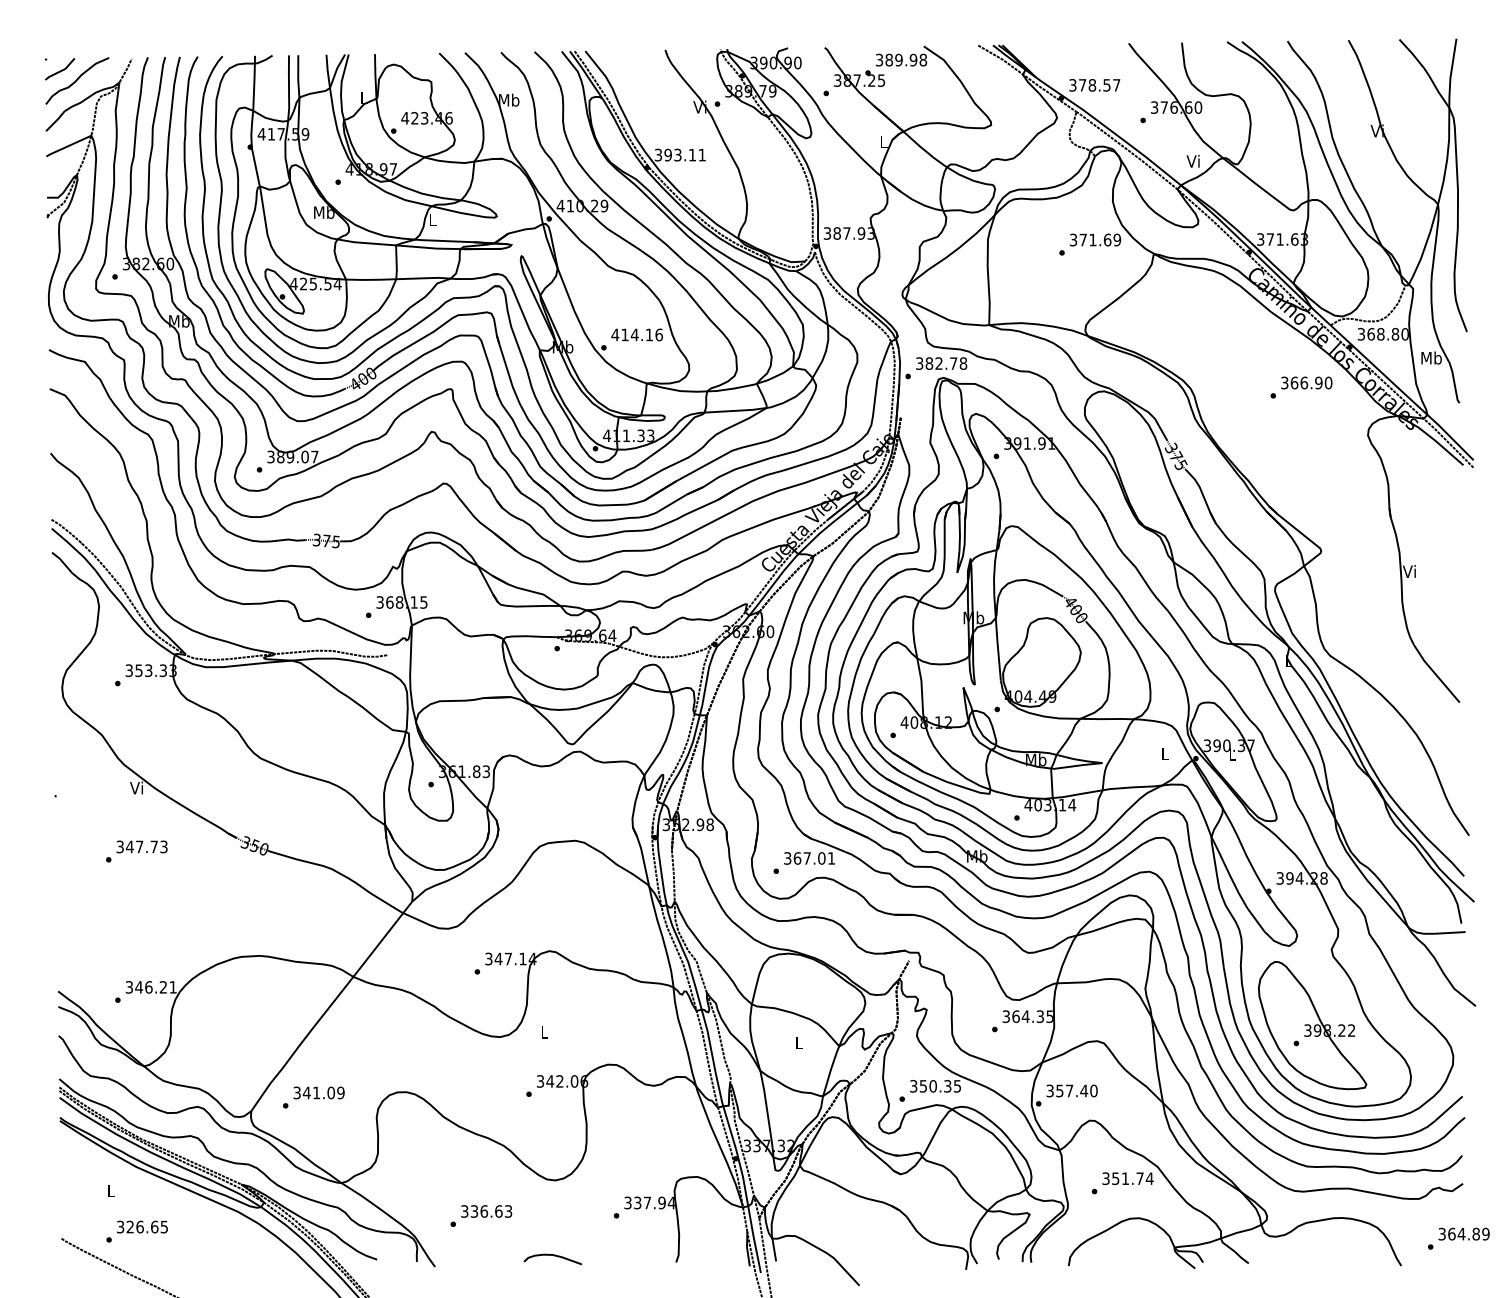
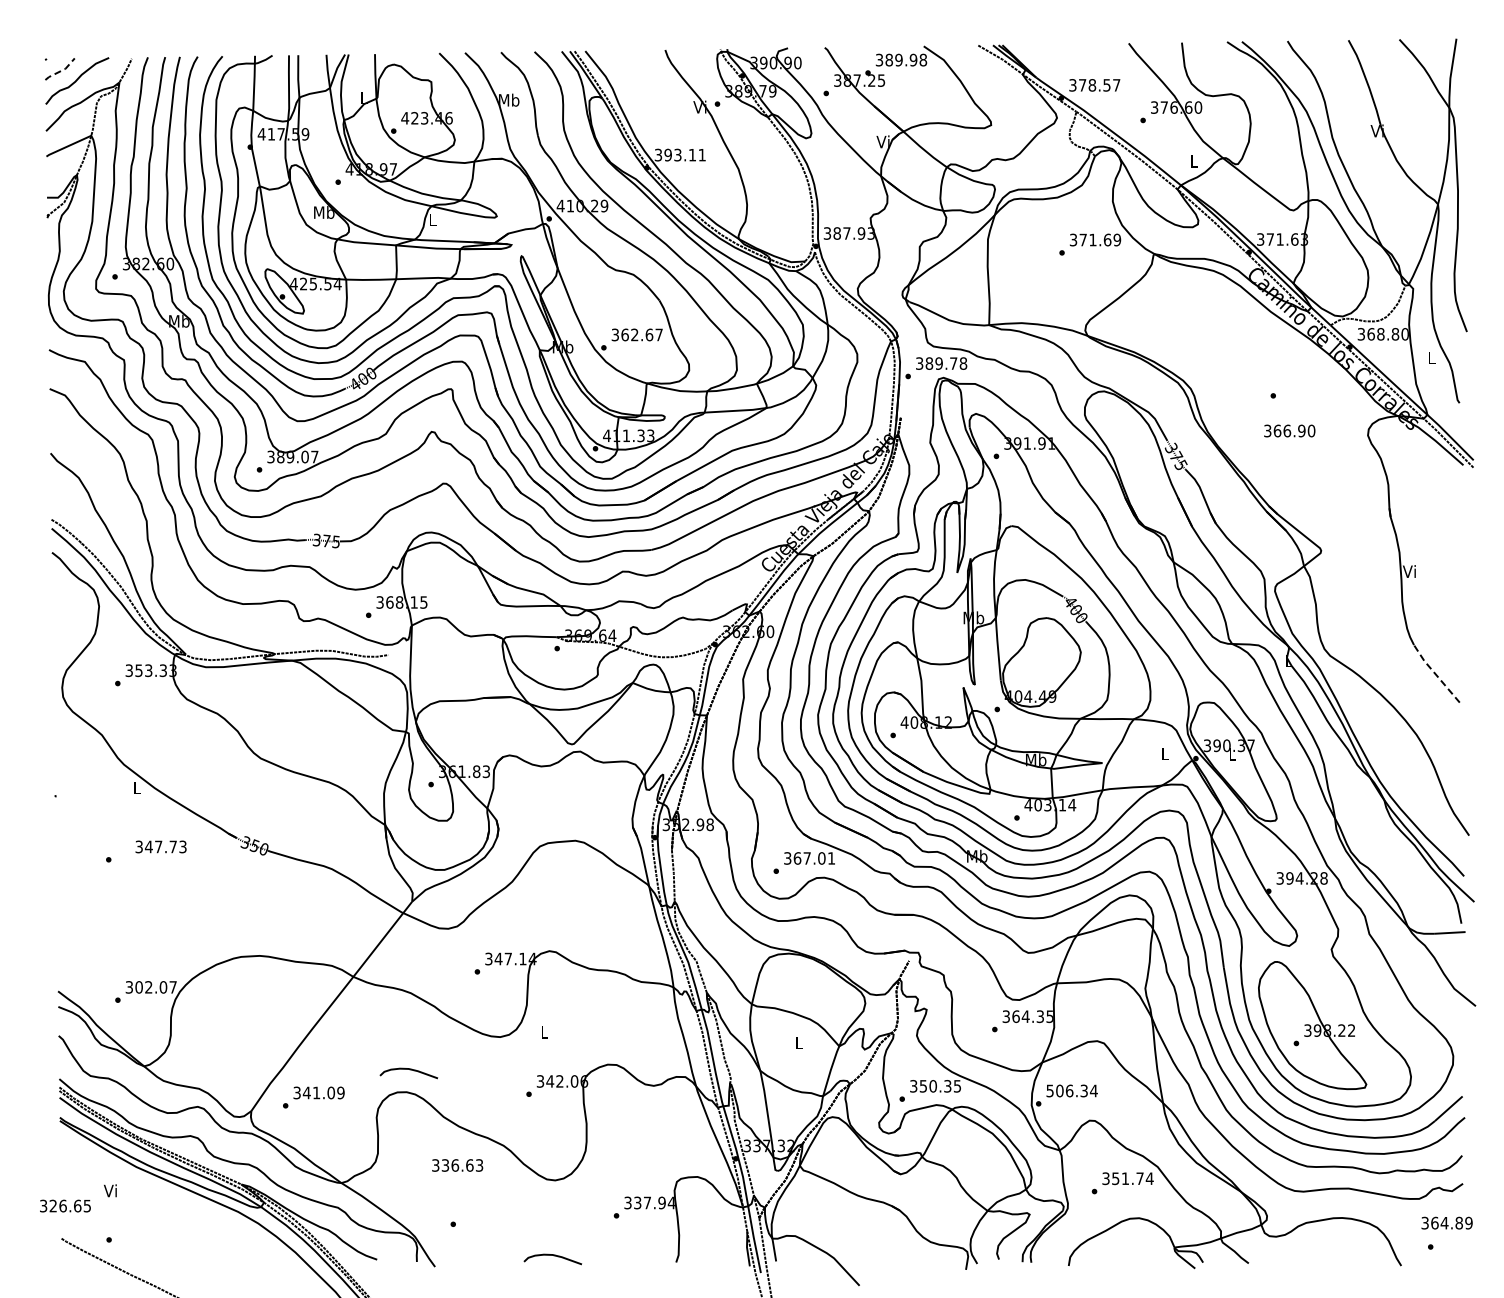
line at (62, 70): solid -> dashed
text at (882, 141): L -> Vi
text at (1192, 160): Vi -> L
text at (637, 334): 414.16 -> 362.67
text at (1431, 357): Mb -> L
text at (938, 363): 382.78 -> 389.78
text at (1306, 382) position: (1306, 382) -> (1289, 430)
line at (1435, 673): solid -> dashed
text at (136, 787): Vi -> L
text at (141, 846) position: (141, 846) -> (160, 846)
text at (155, 987): 346.21 -> 302.07
curve at (409, 1070): none -> present
text at (1071, 1090): 357.40 -> 506.34
text at (109, 1190): L -> Vi
text at (486, 1211) position: (486, 1211) -> (457, 1165)
text at (142, 1226) position: (142, 1226) -> (65, 1205)
text at (1463, 1233) position: (1463, 1233) -> (1446, 1222)
